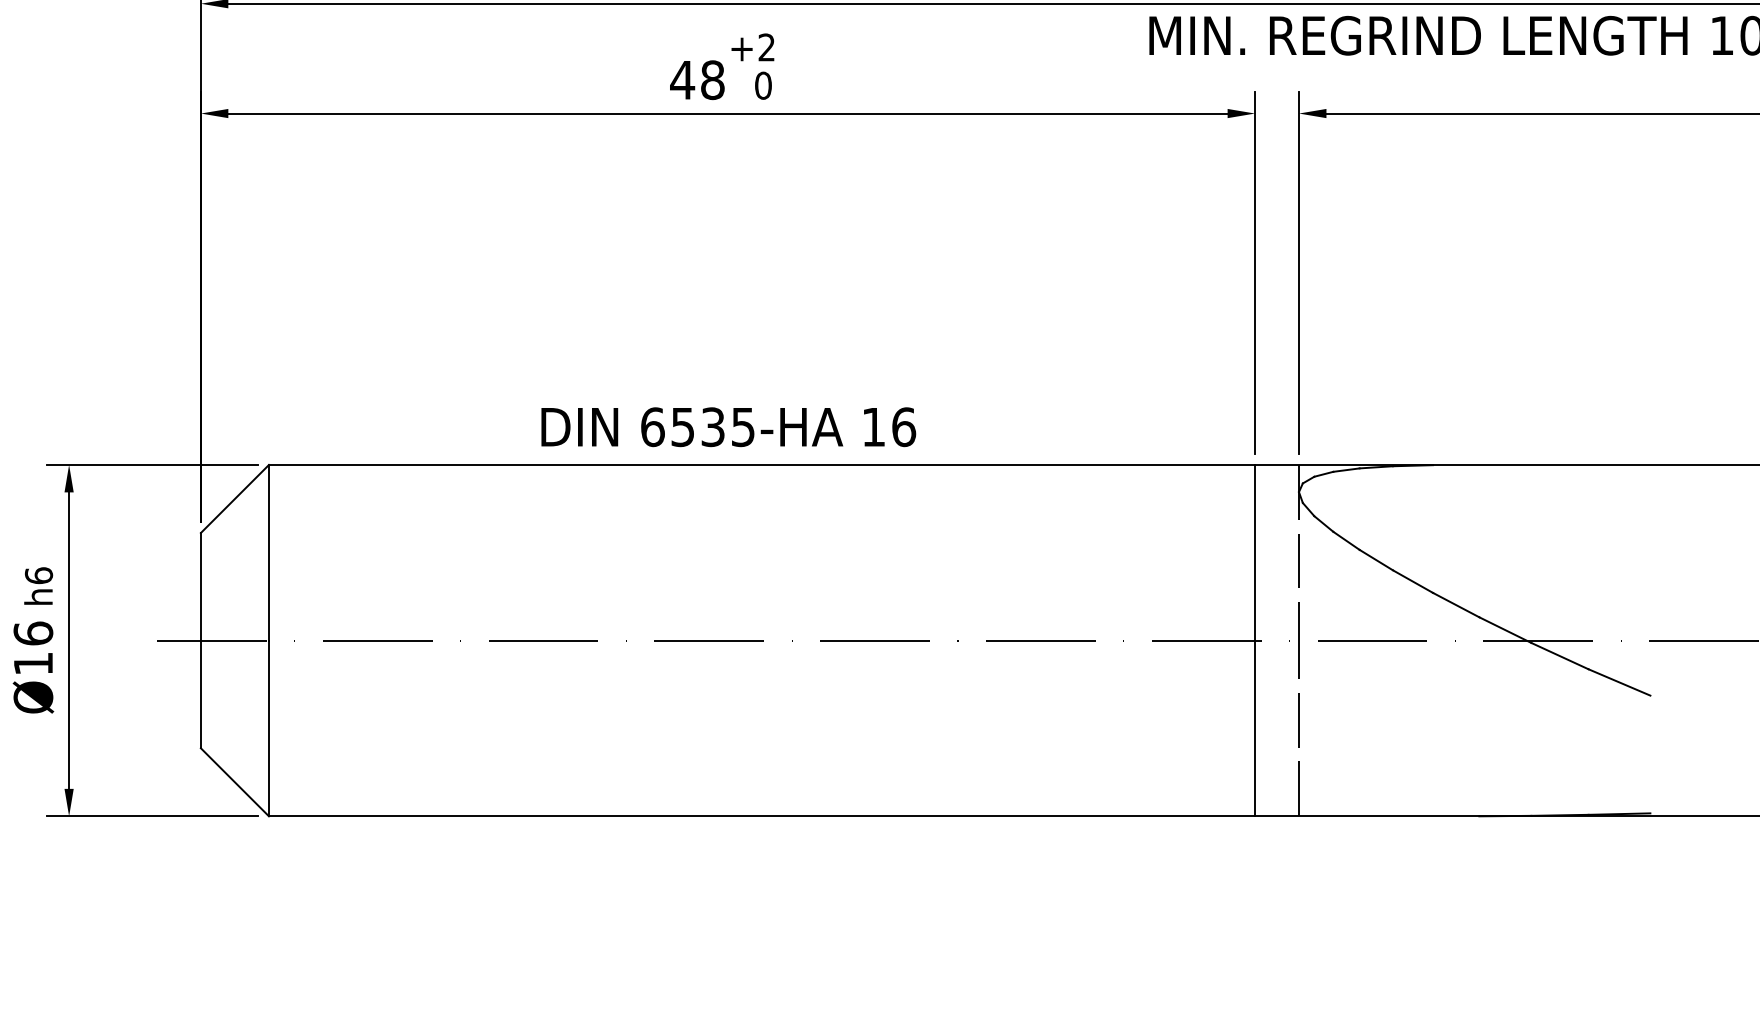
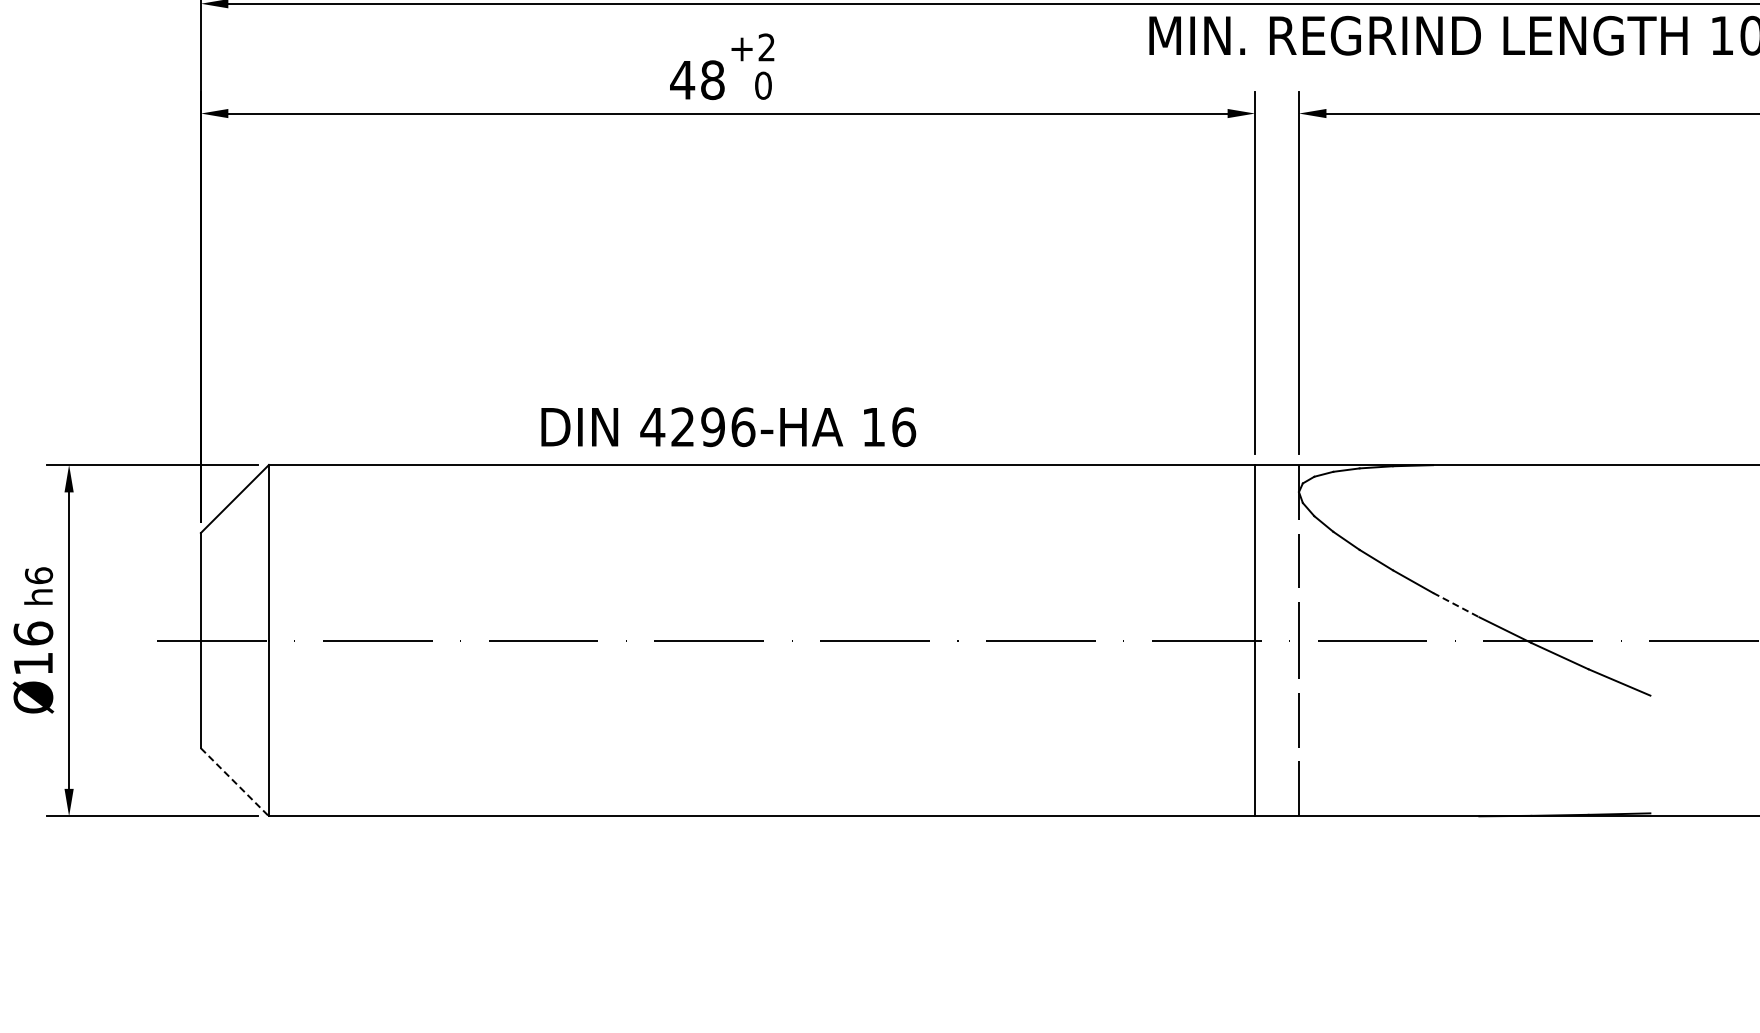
text at (697, 427): 6535-HA -> 4296-HA
line at (1456, 605): solid -> dashed
line at (235, 782): solid -> dashed
